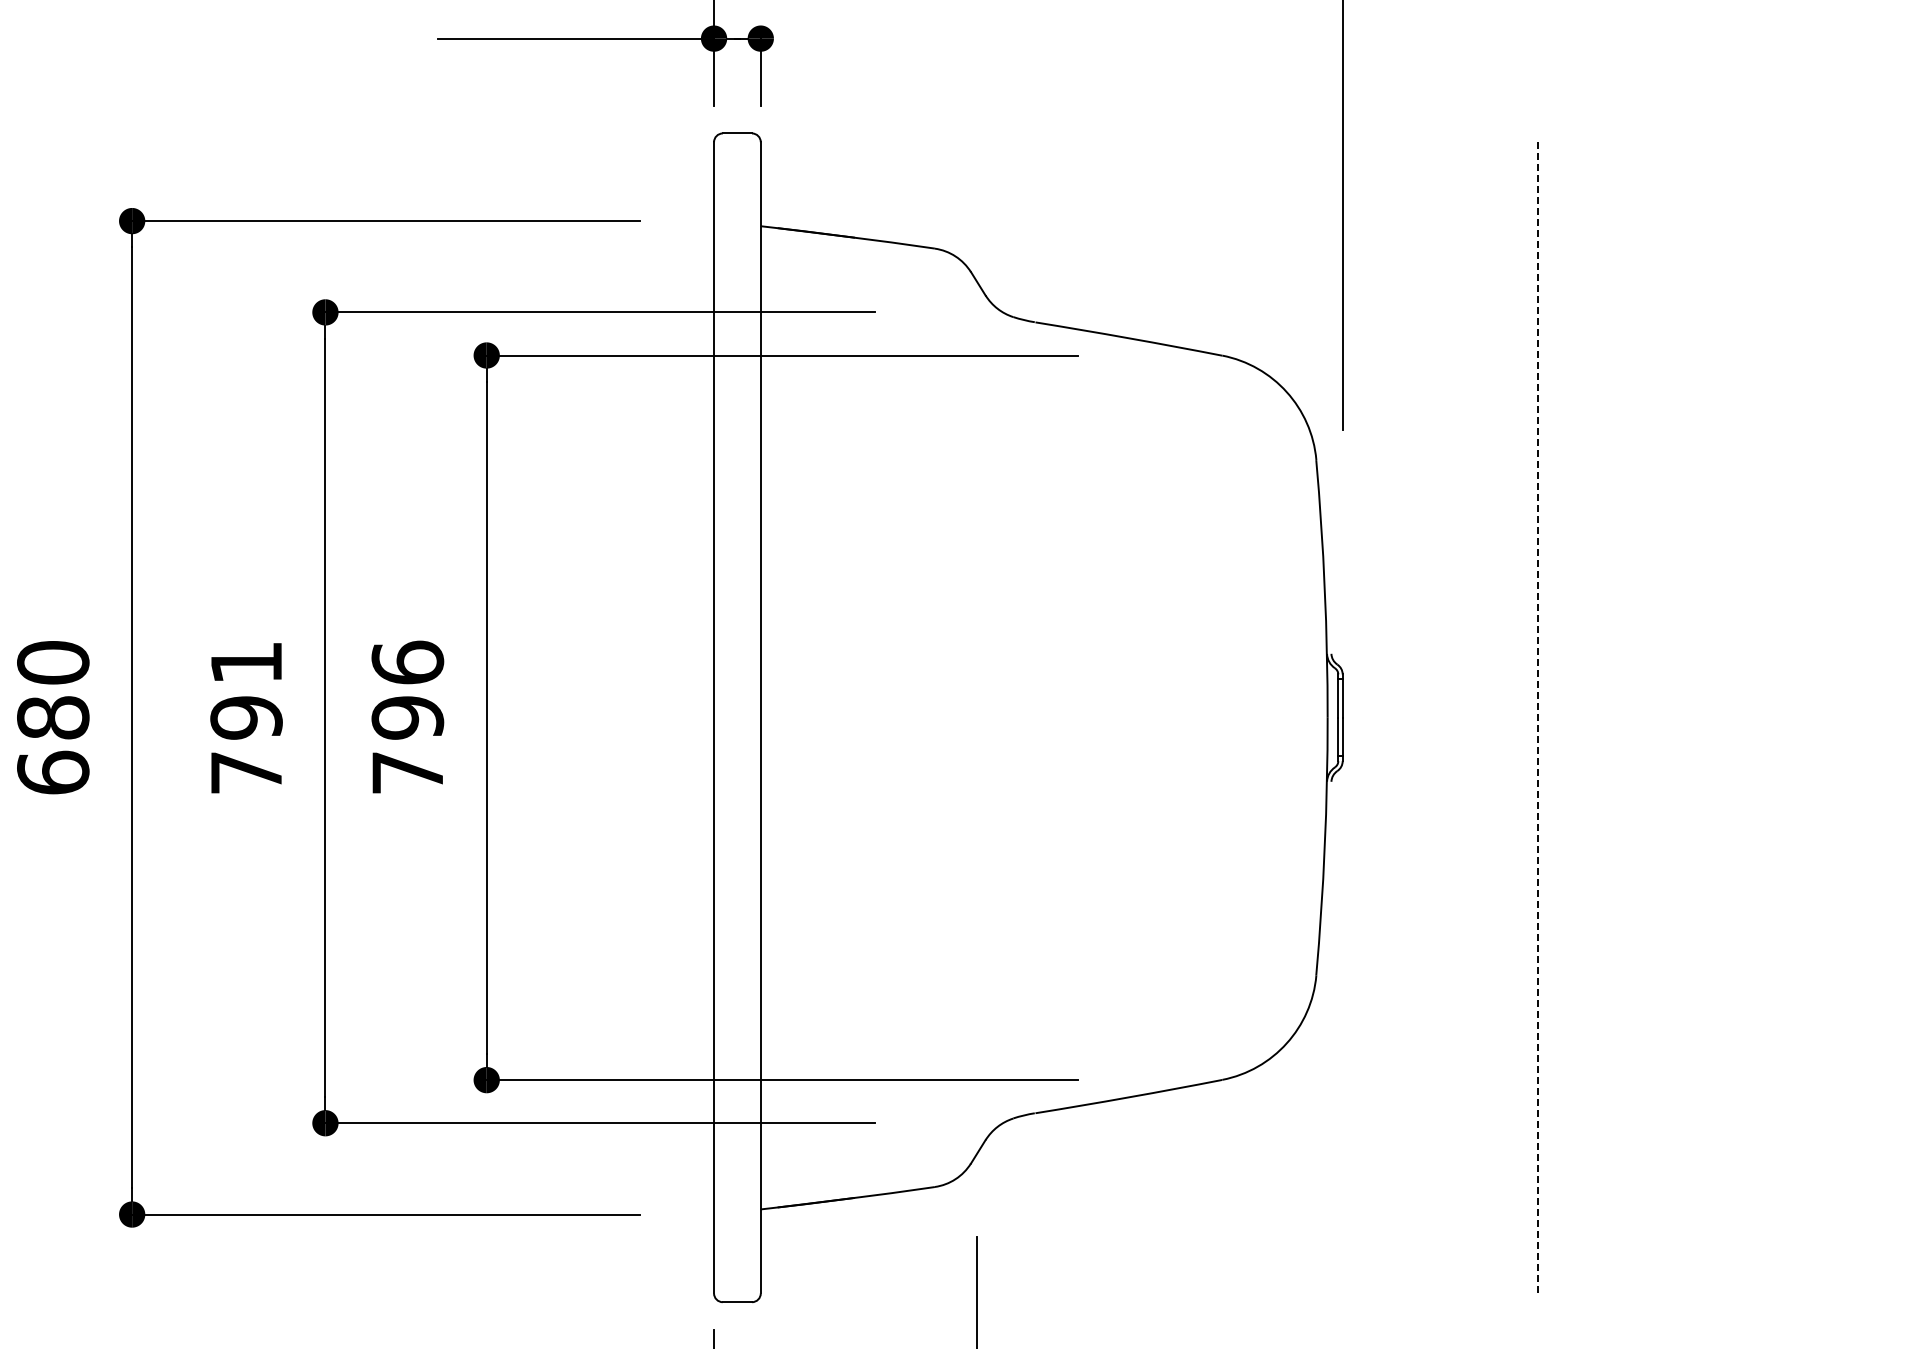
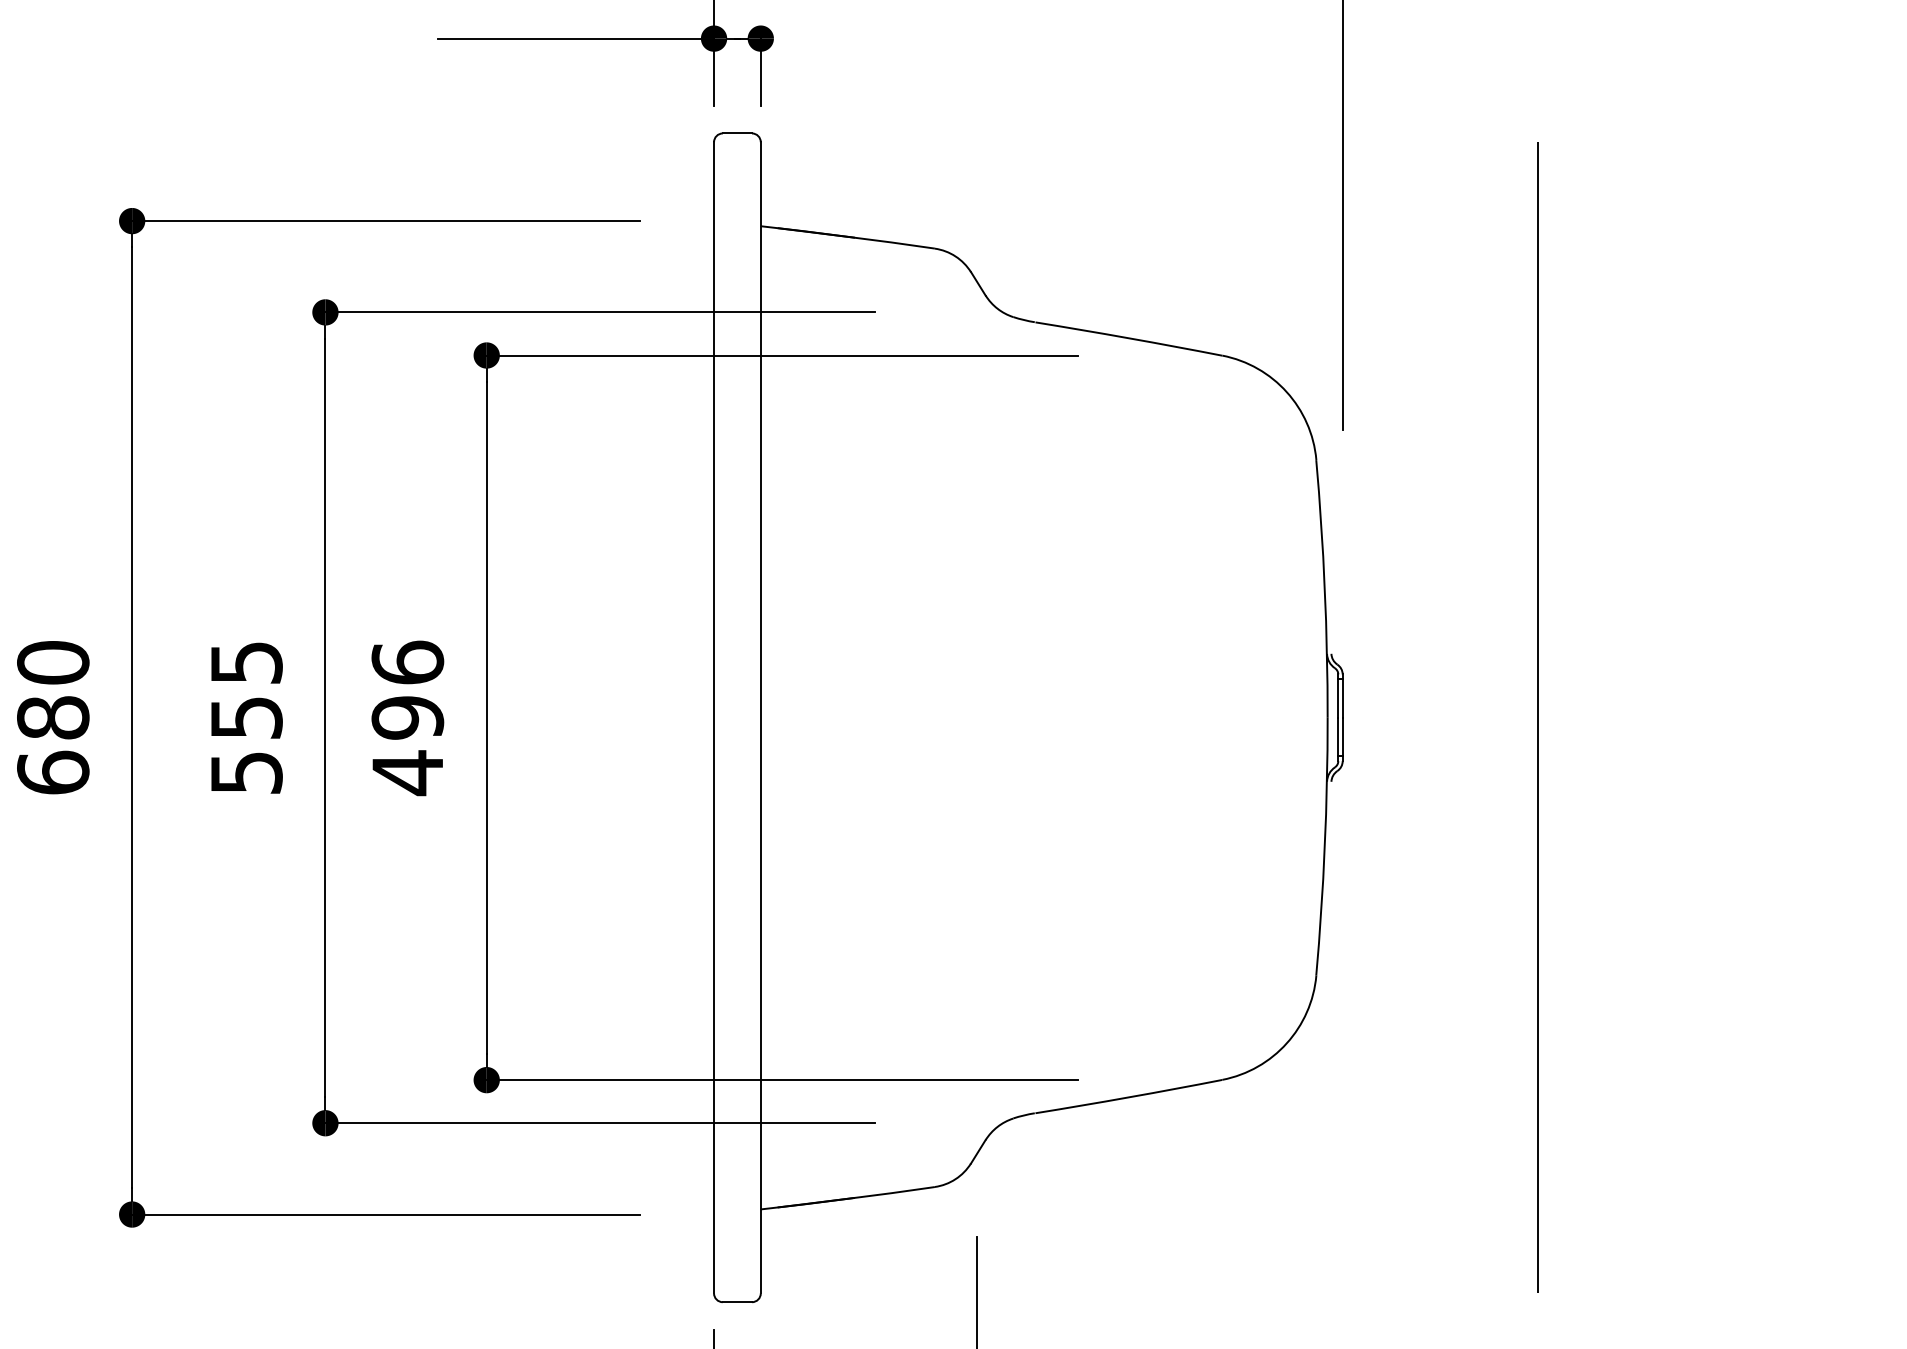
text at (246, 717): 791 -> 555
line at (1538, 717): dashed -> solid
text at (407, 773): 796 -> 496
